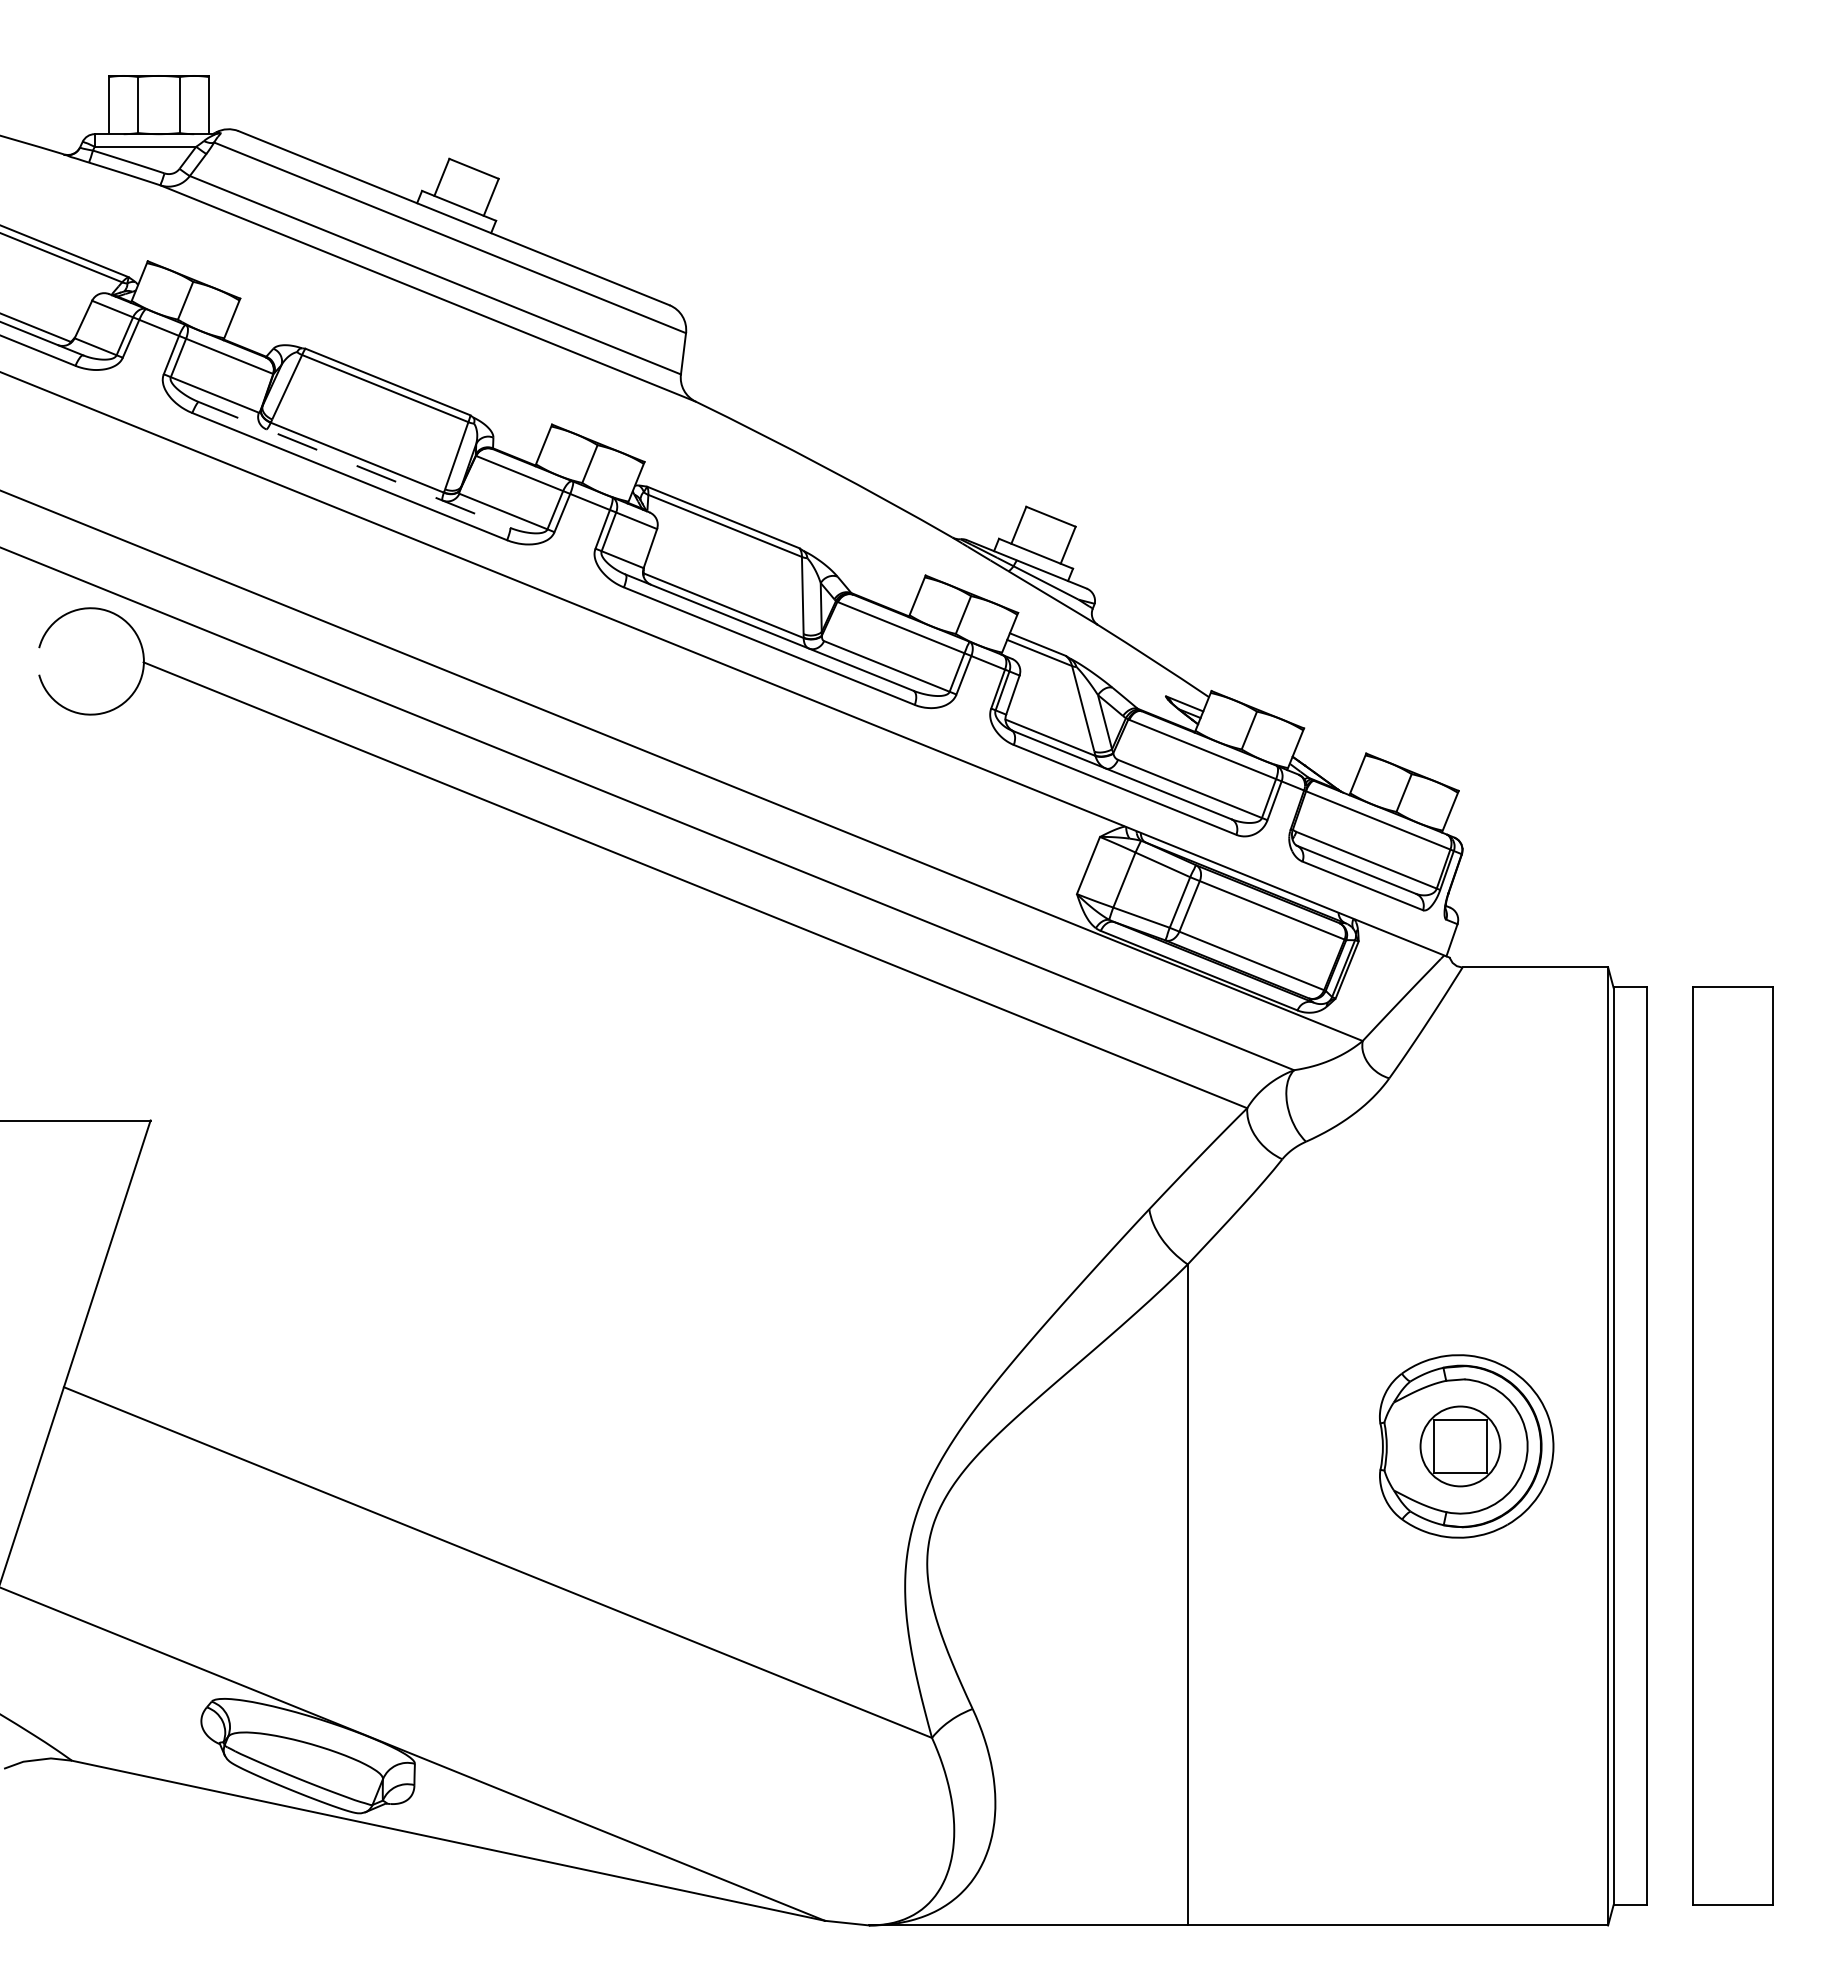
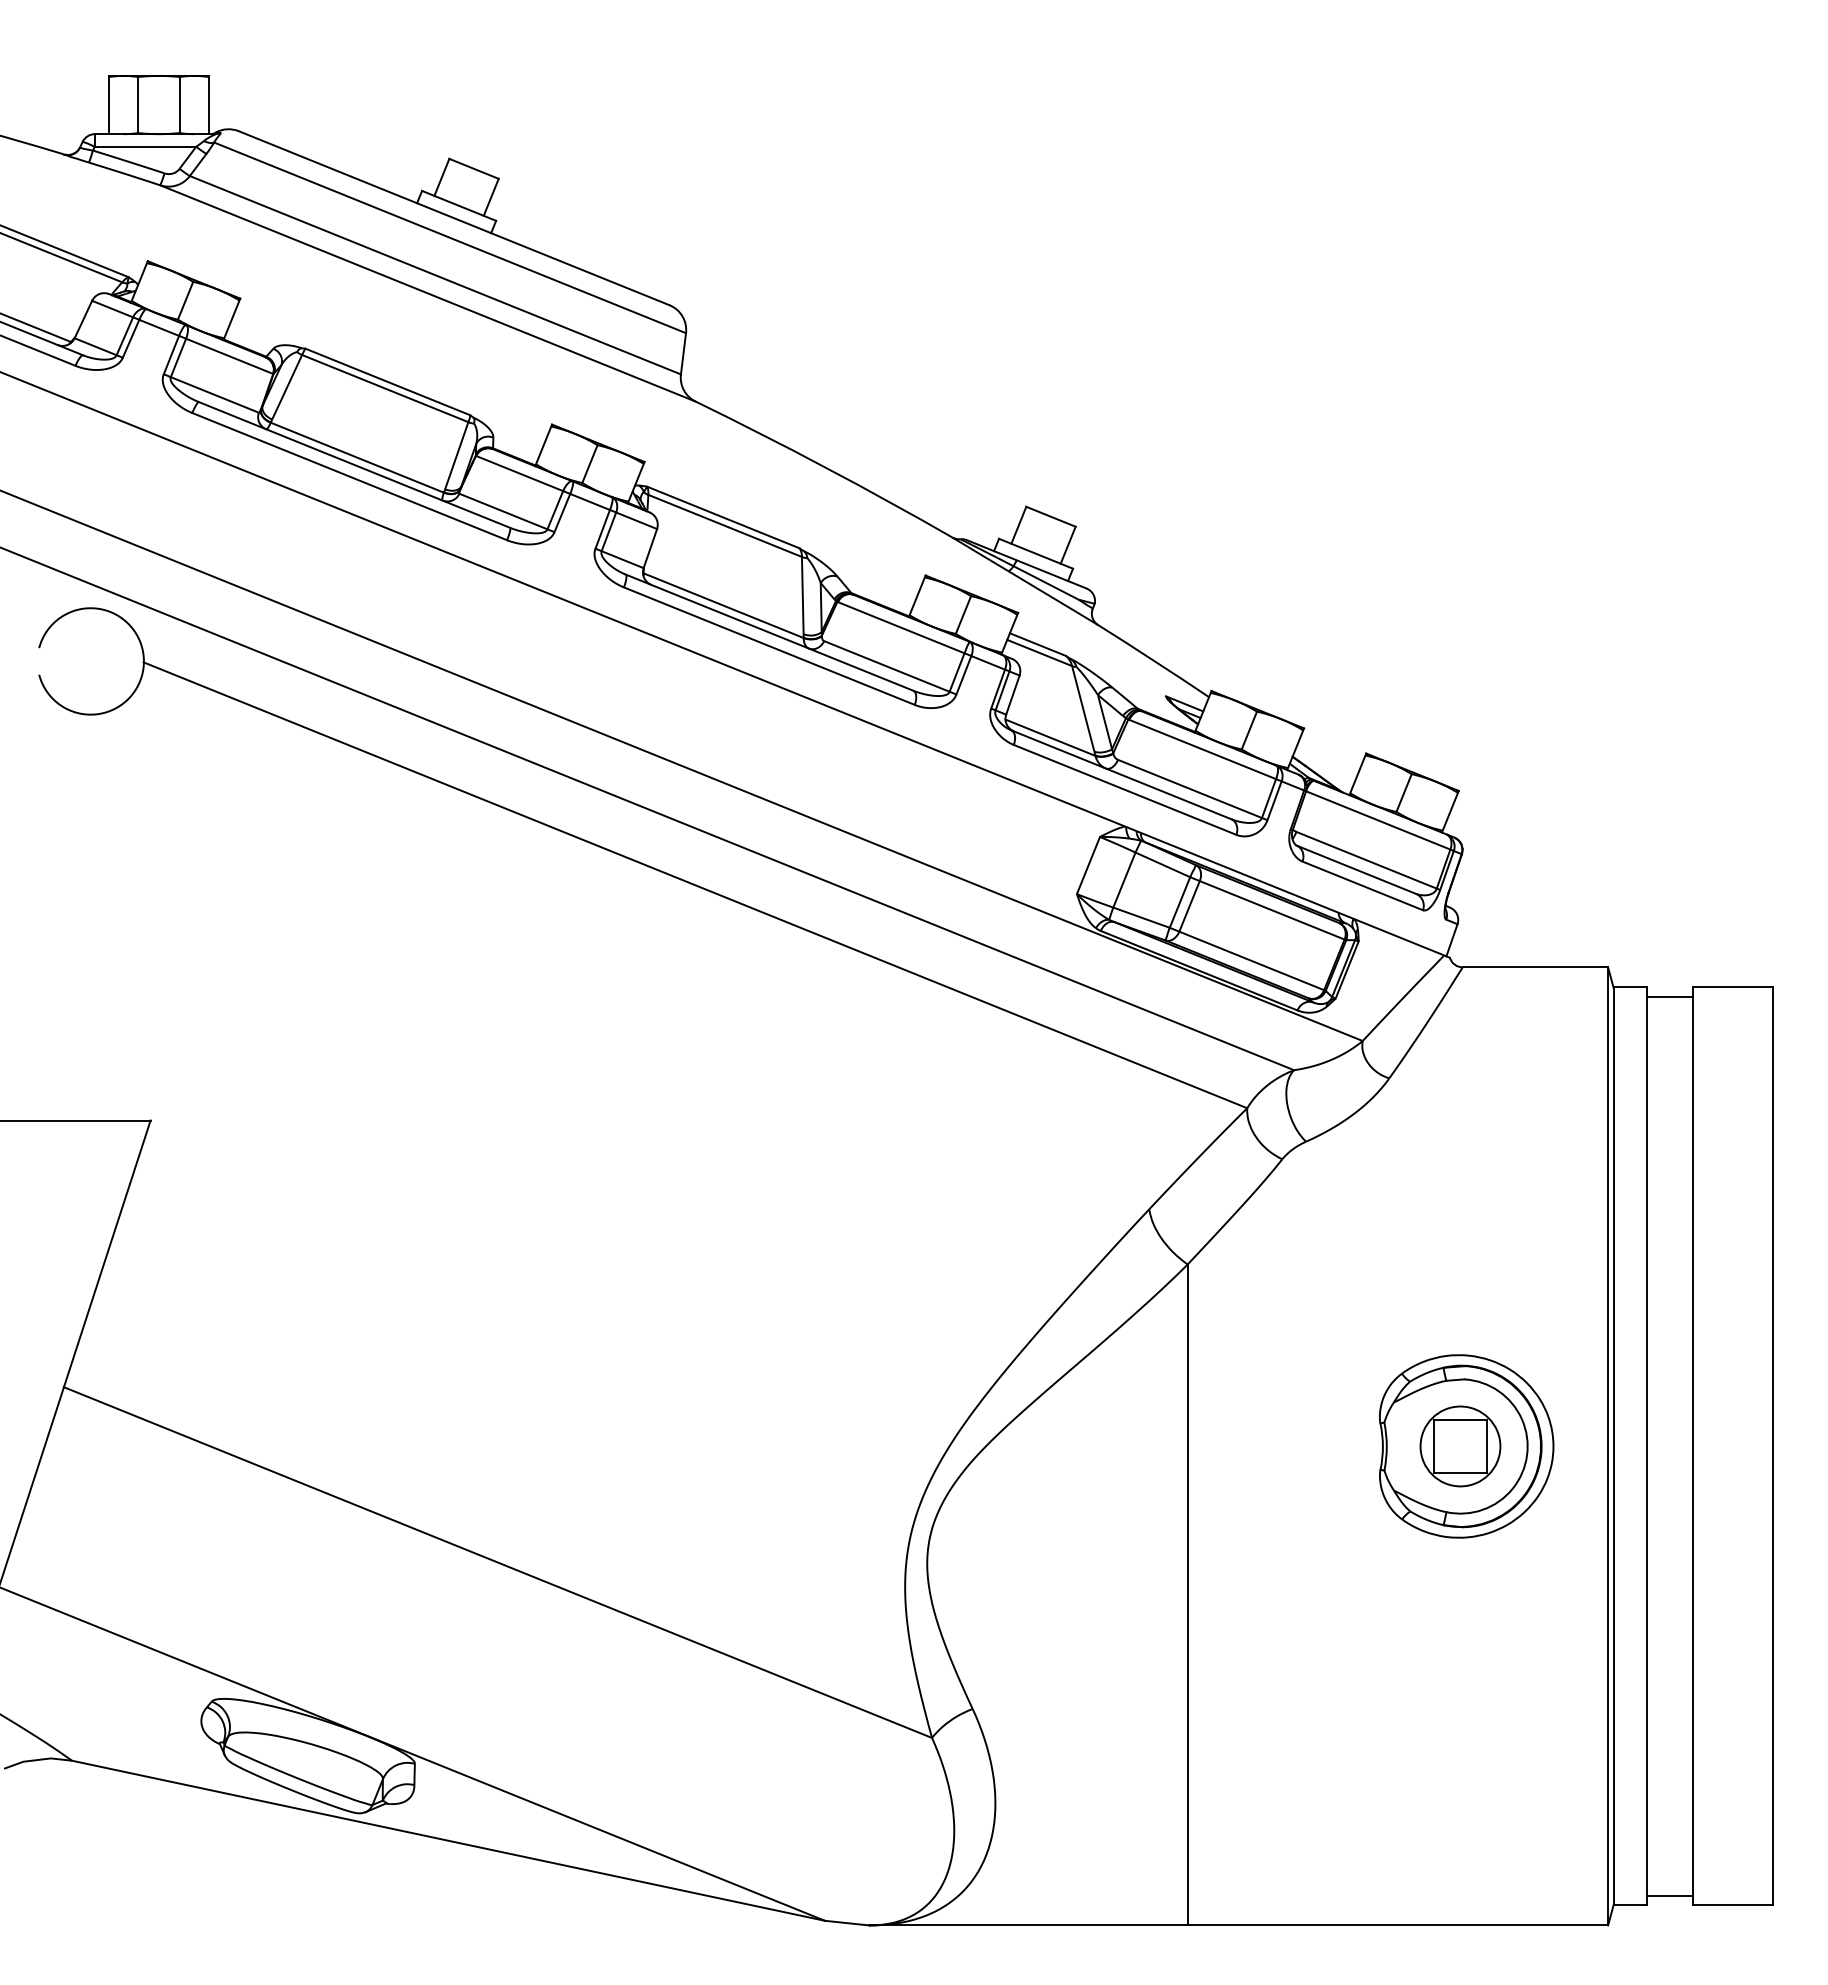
line at (354, 464): dashed -> solid
line at (1669, 997): none -> present
line at (1669, 1895): none -> present
